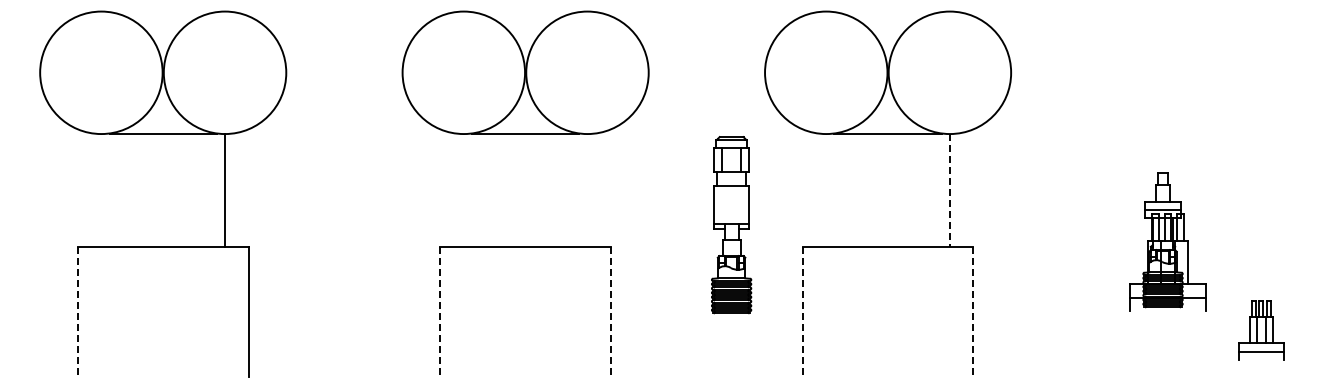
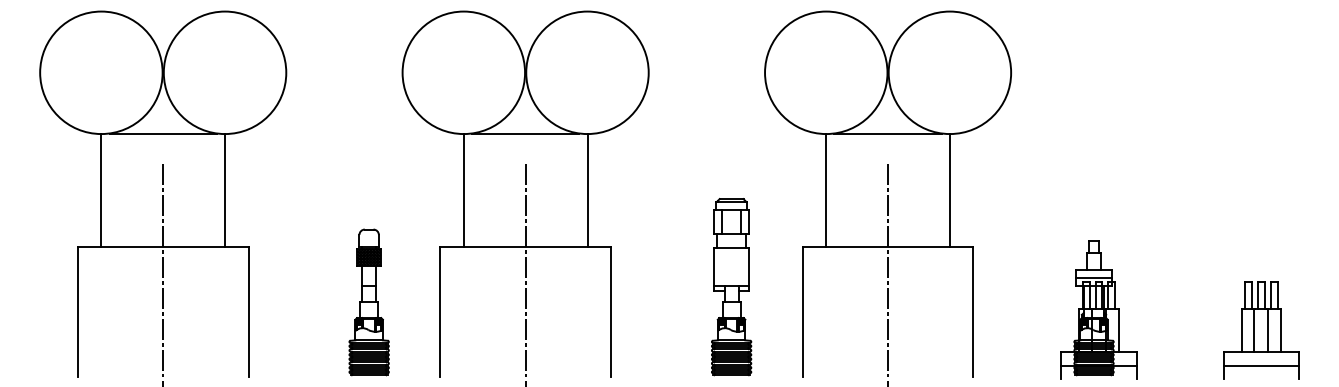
line at (101, 190): none -> present
line at (463, 190): none -> present
line at (587, 190): none -> present
line at (826, 190): none -> present
line at (950, 190): dashed -> solid
part at (731, 225) position: (731, 225) -> (731, 287)
part at (1167, 241) position: (1167, 241) -> (1098, 309)
line at (163, 273): none -> present
line at (525, 273): none -> present
line at (888, 273): none -> present
part at (368, 302): none -> present
line at (77, 312): dashed -> solid
line at (440, 312): dashed -> solid
line at (610, 312): dashed -> solid
line at (802, 312): dashed -> solid
line at (973, 312): dashed -> solid
part at (1261, 330) size: 47x61 px -> 77x99 px
